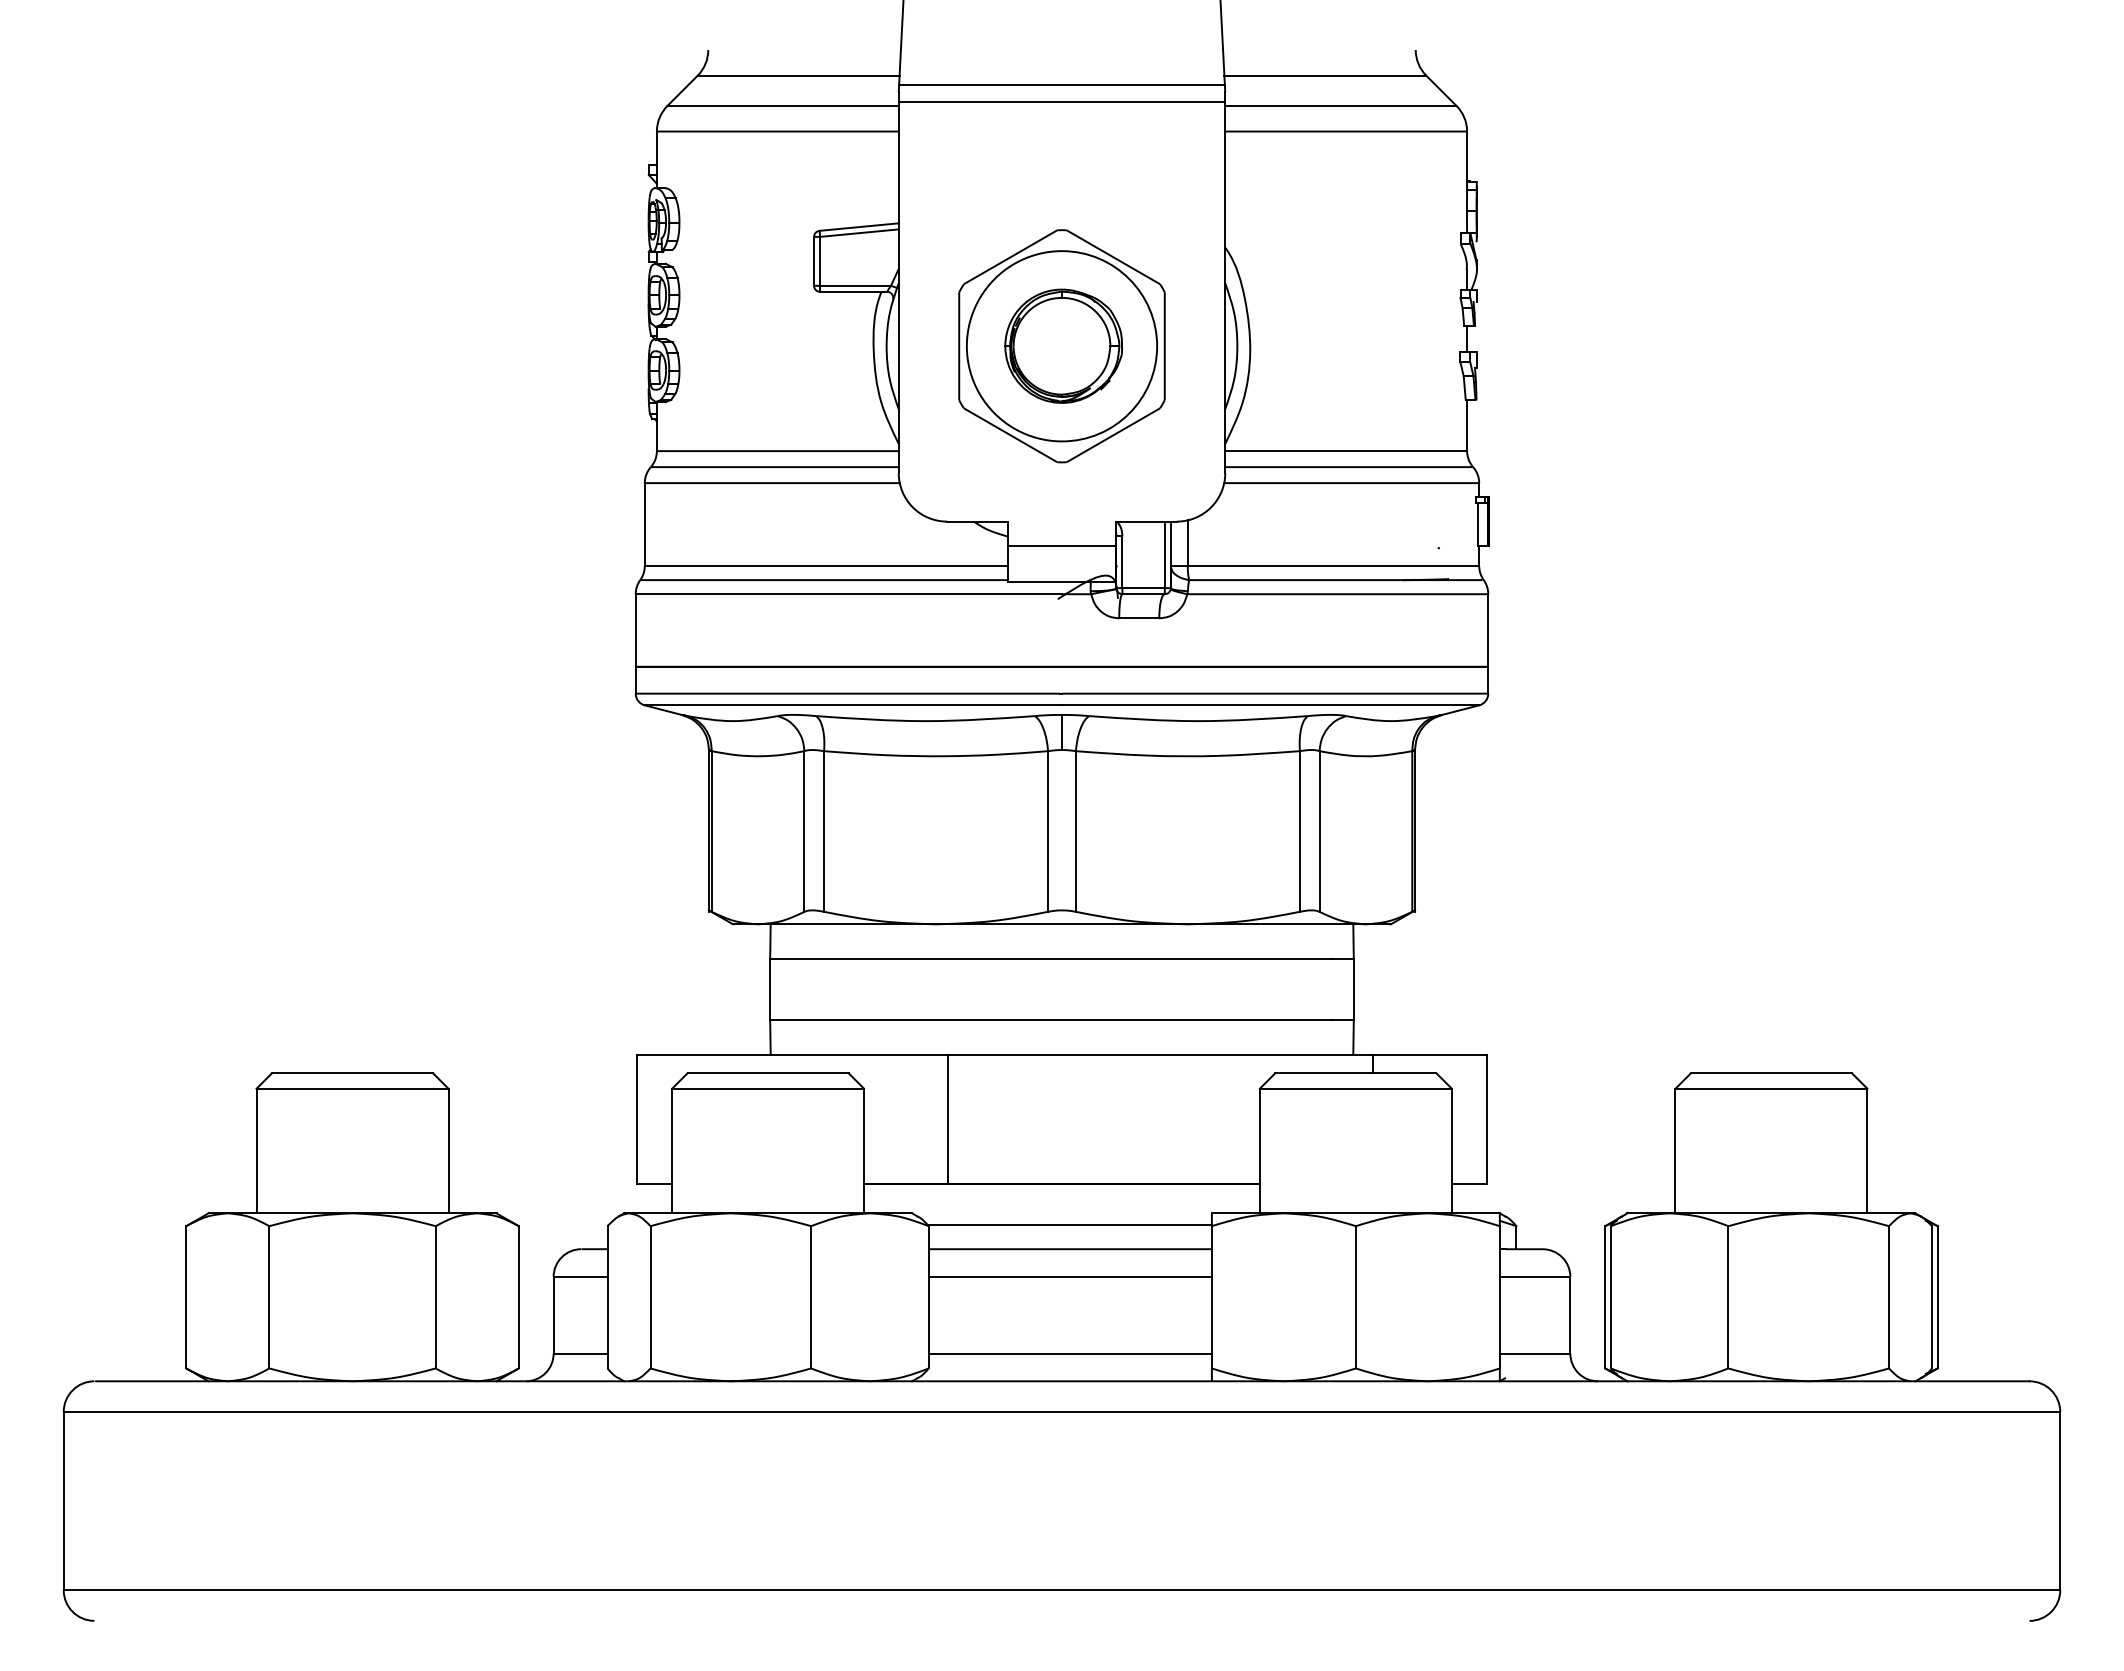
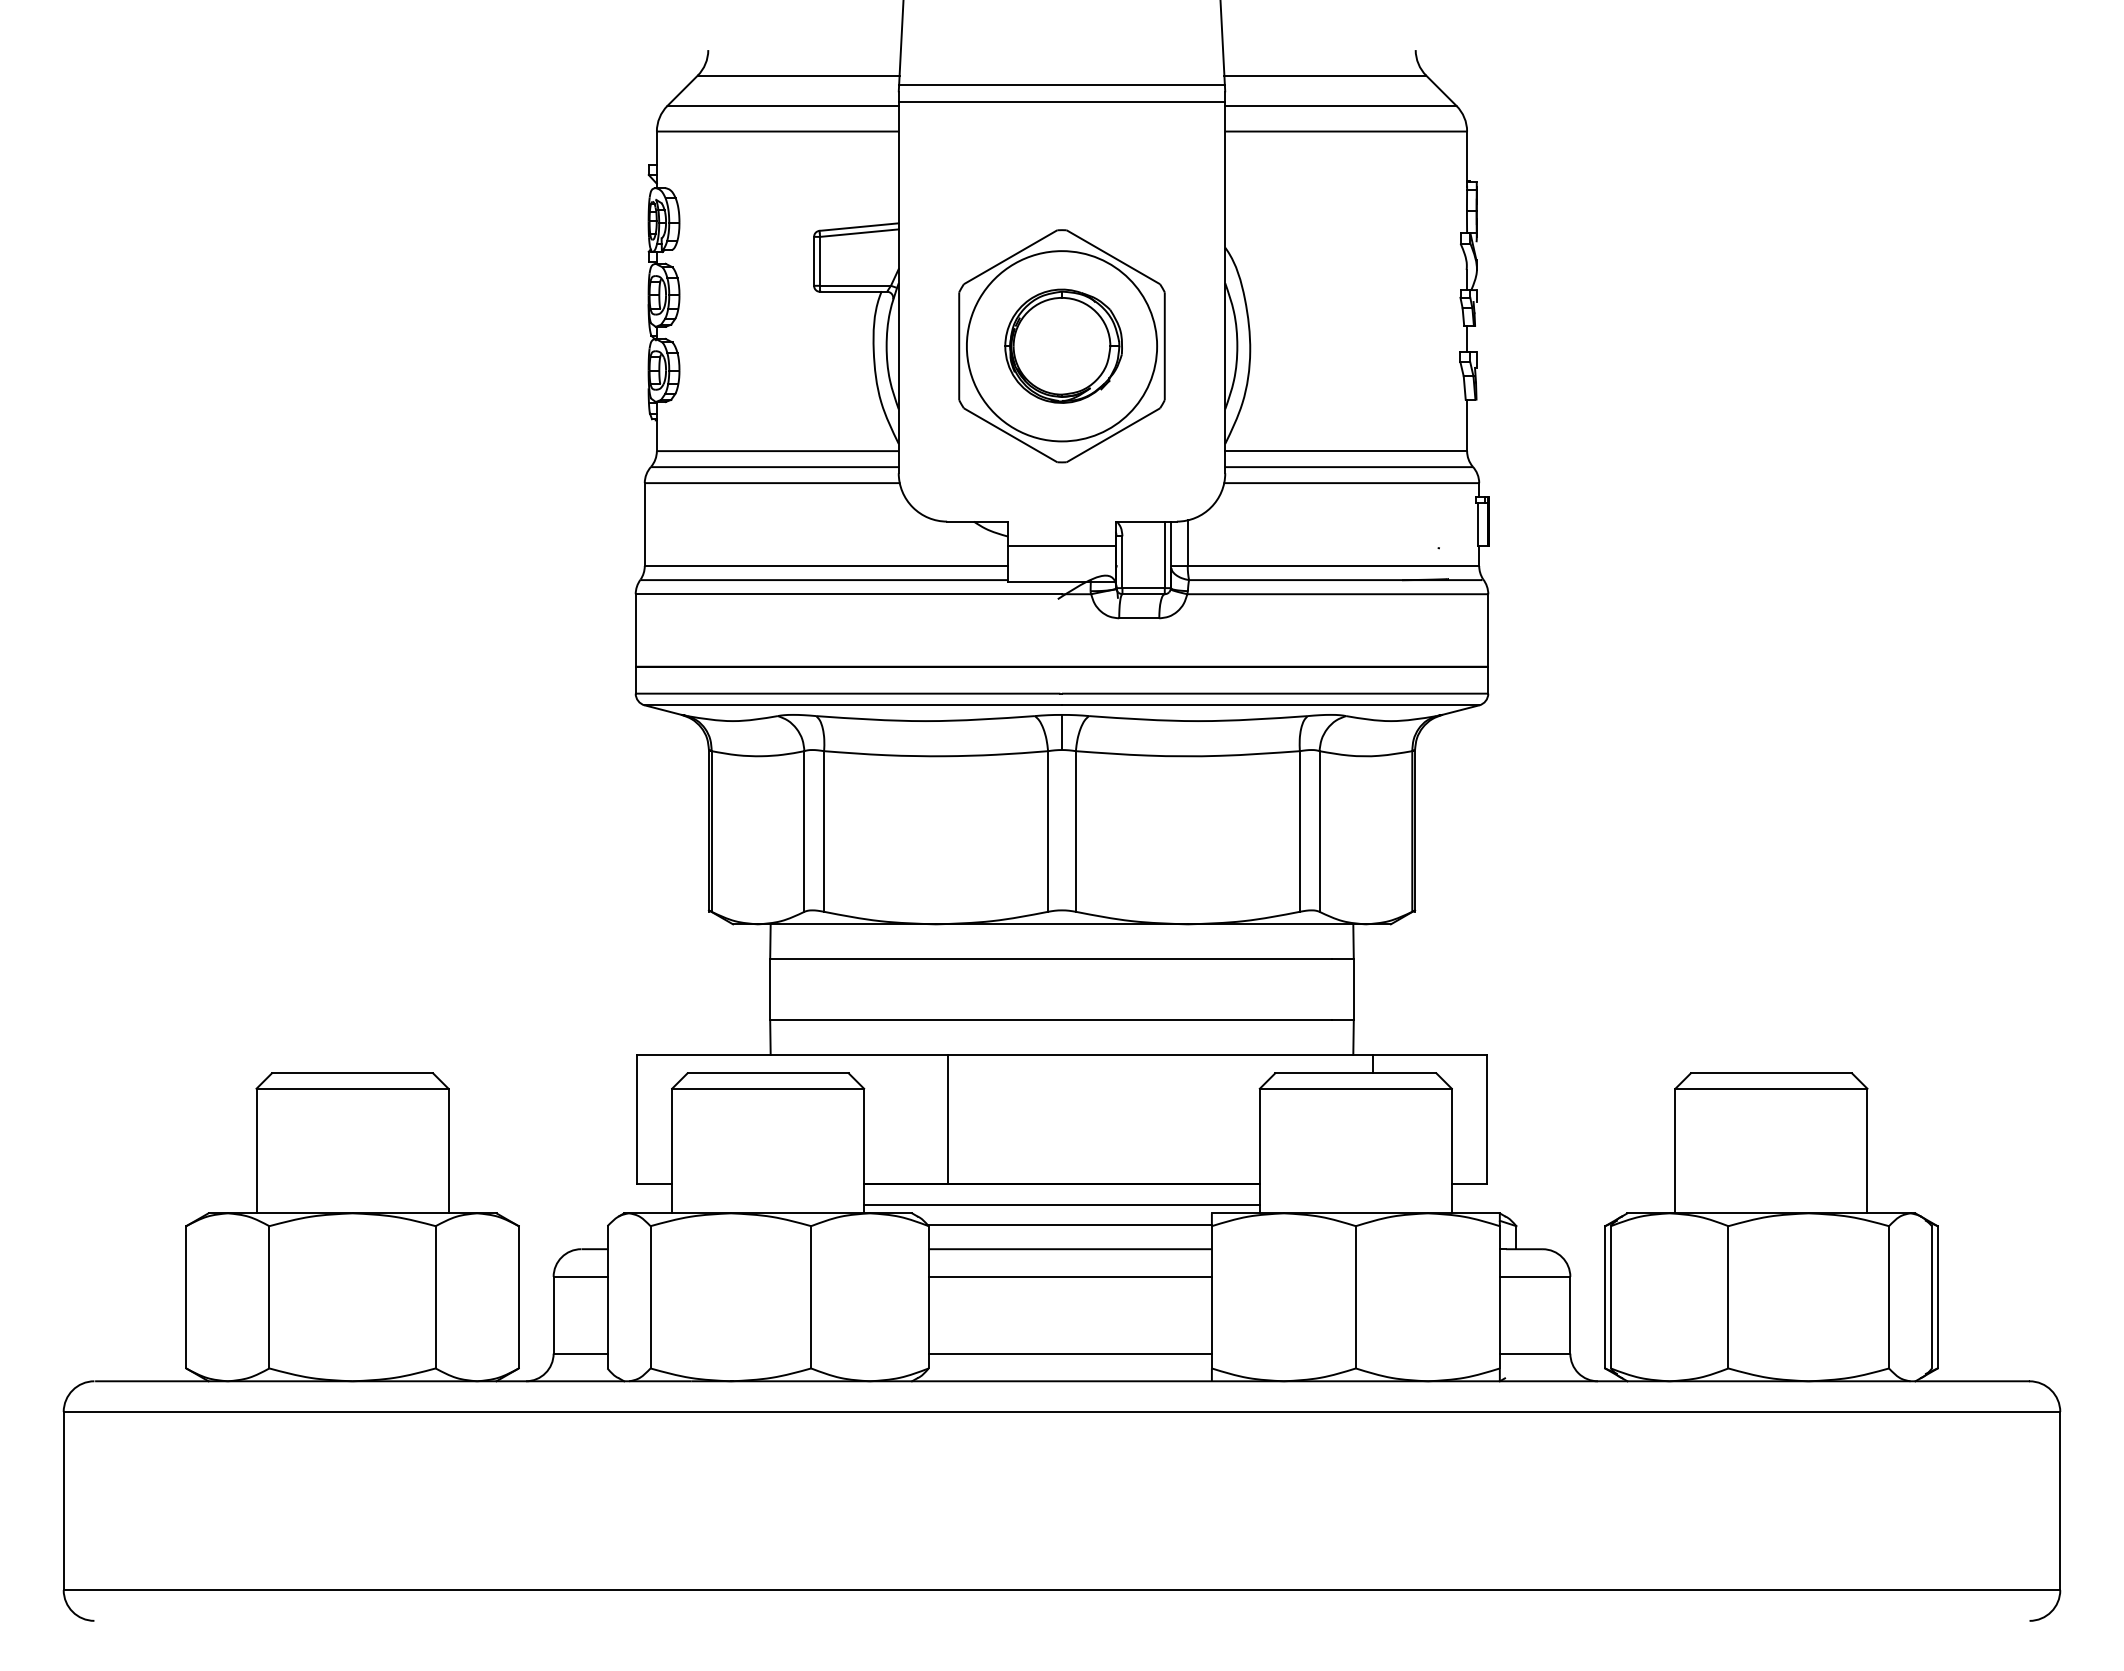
line at (1061, 1204): none -> present
